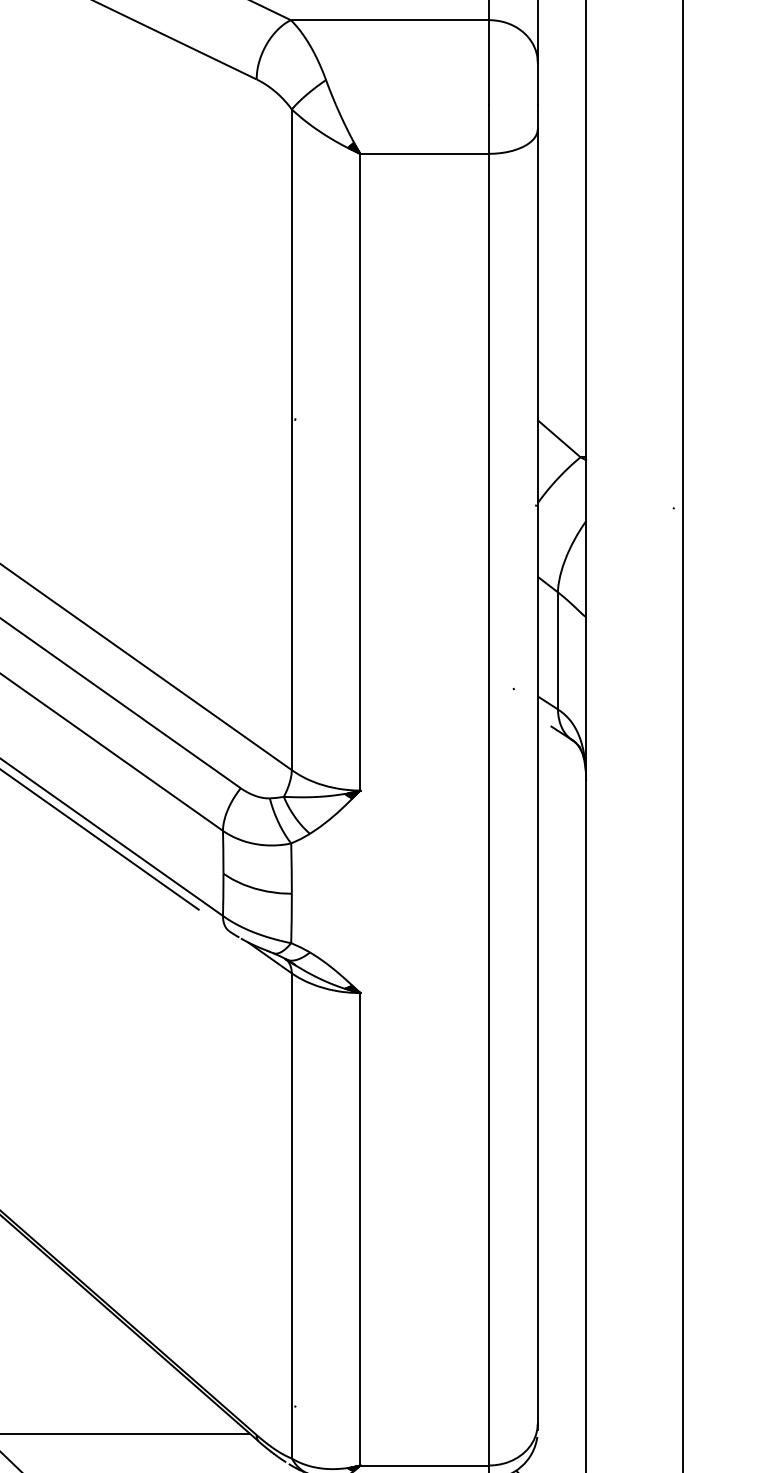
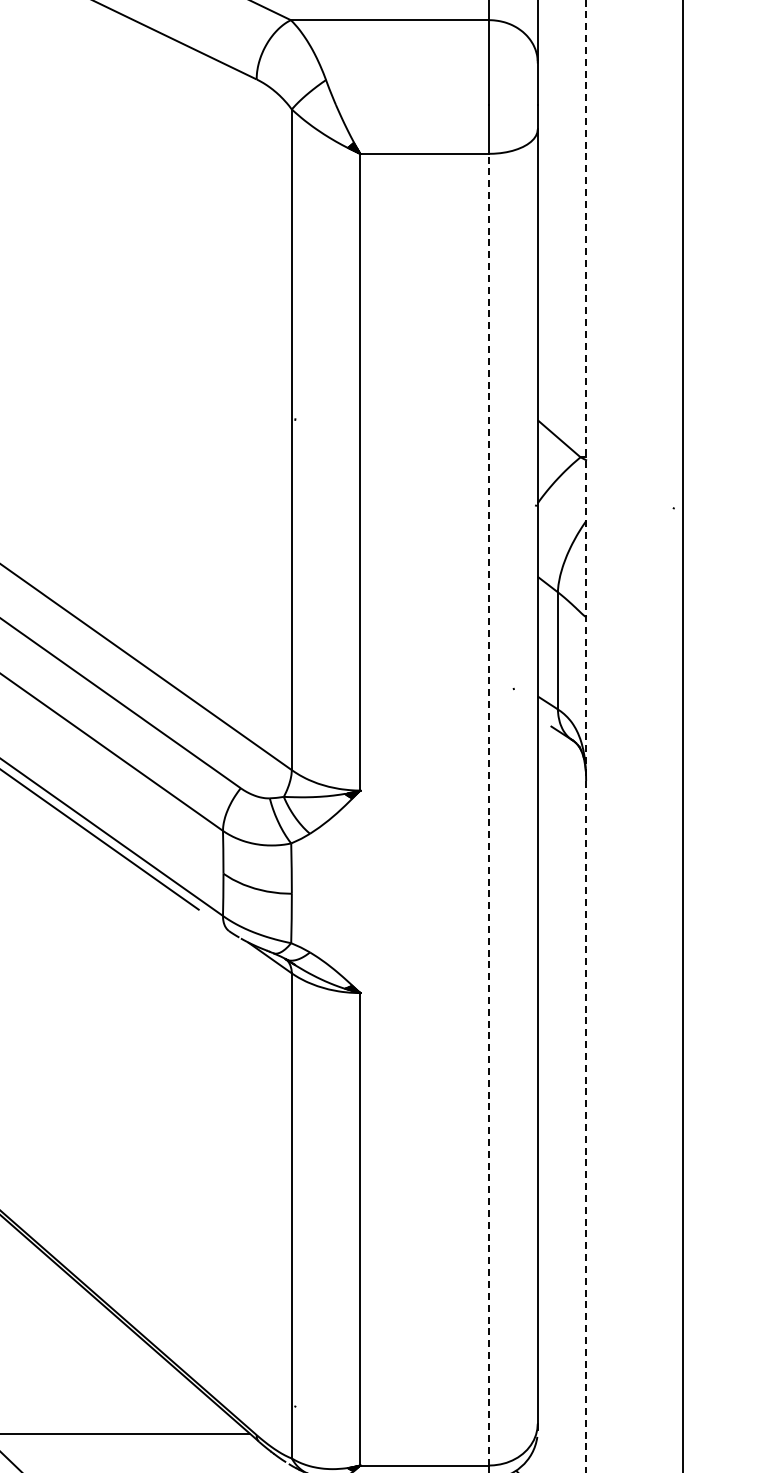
line at (586, 736): solid -> dashed
line at (489, 809): solid -> dashed
